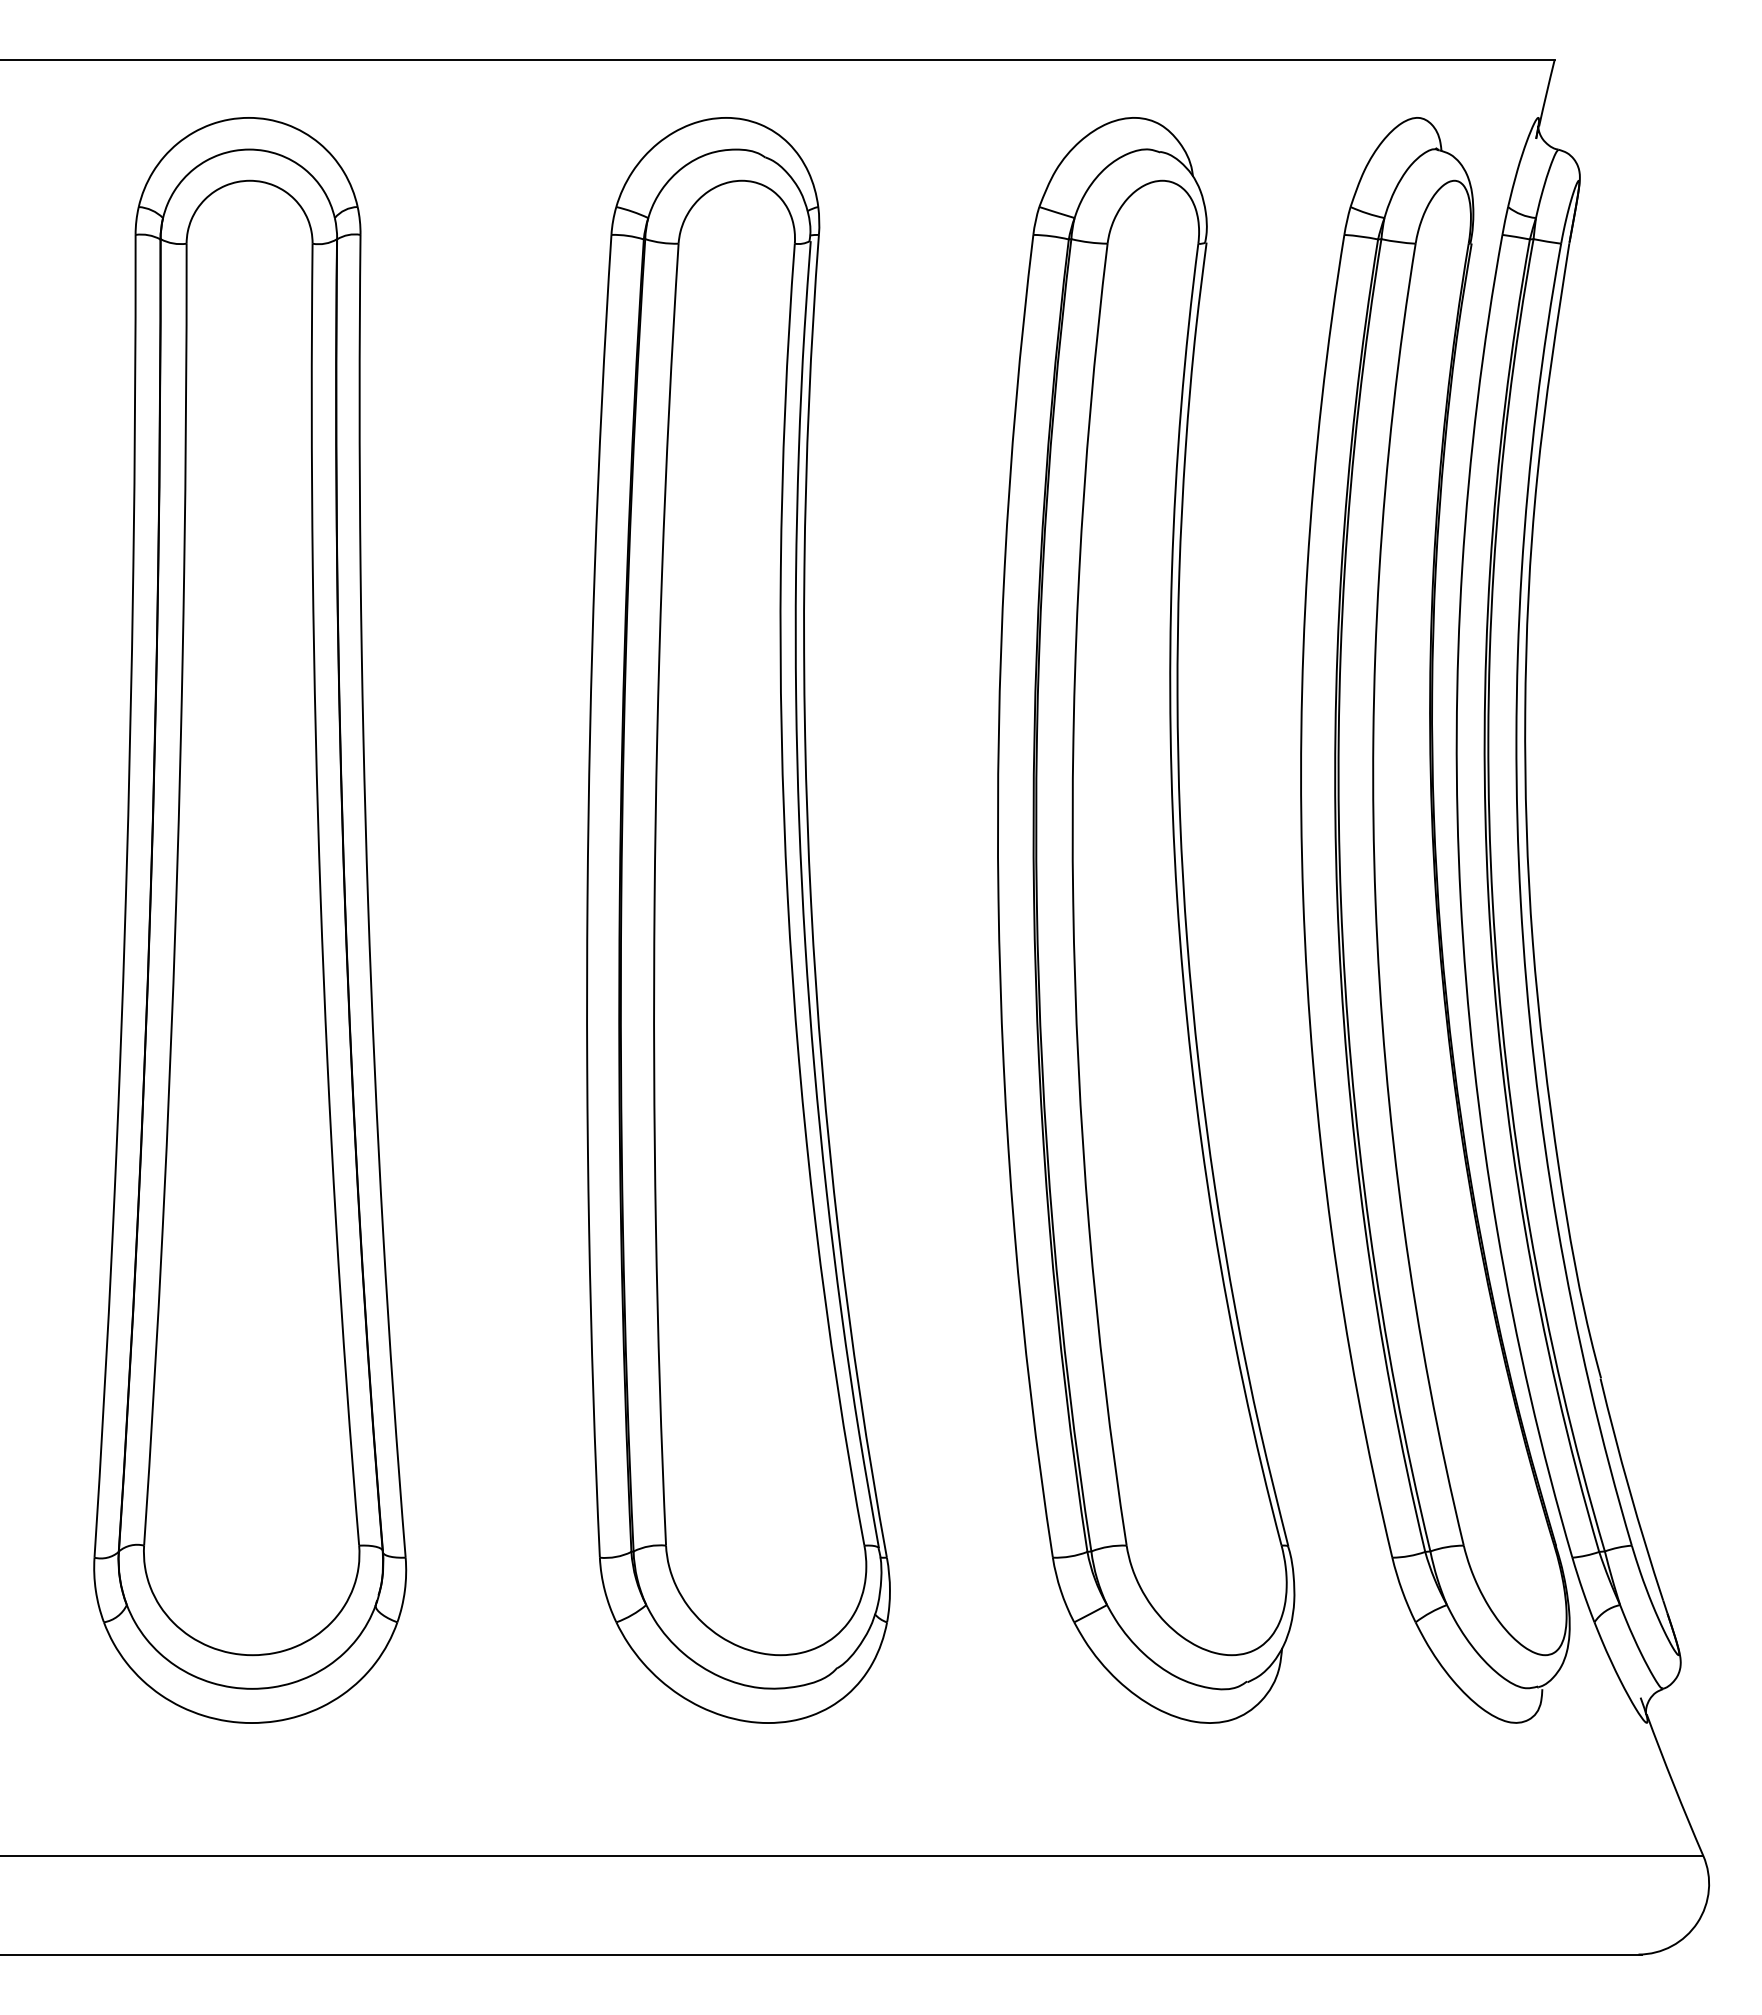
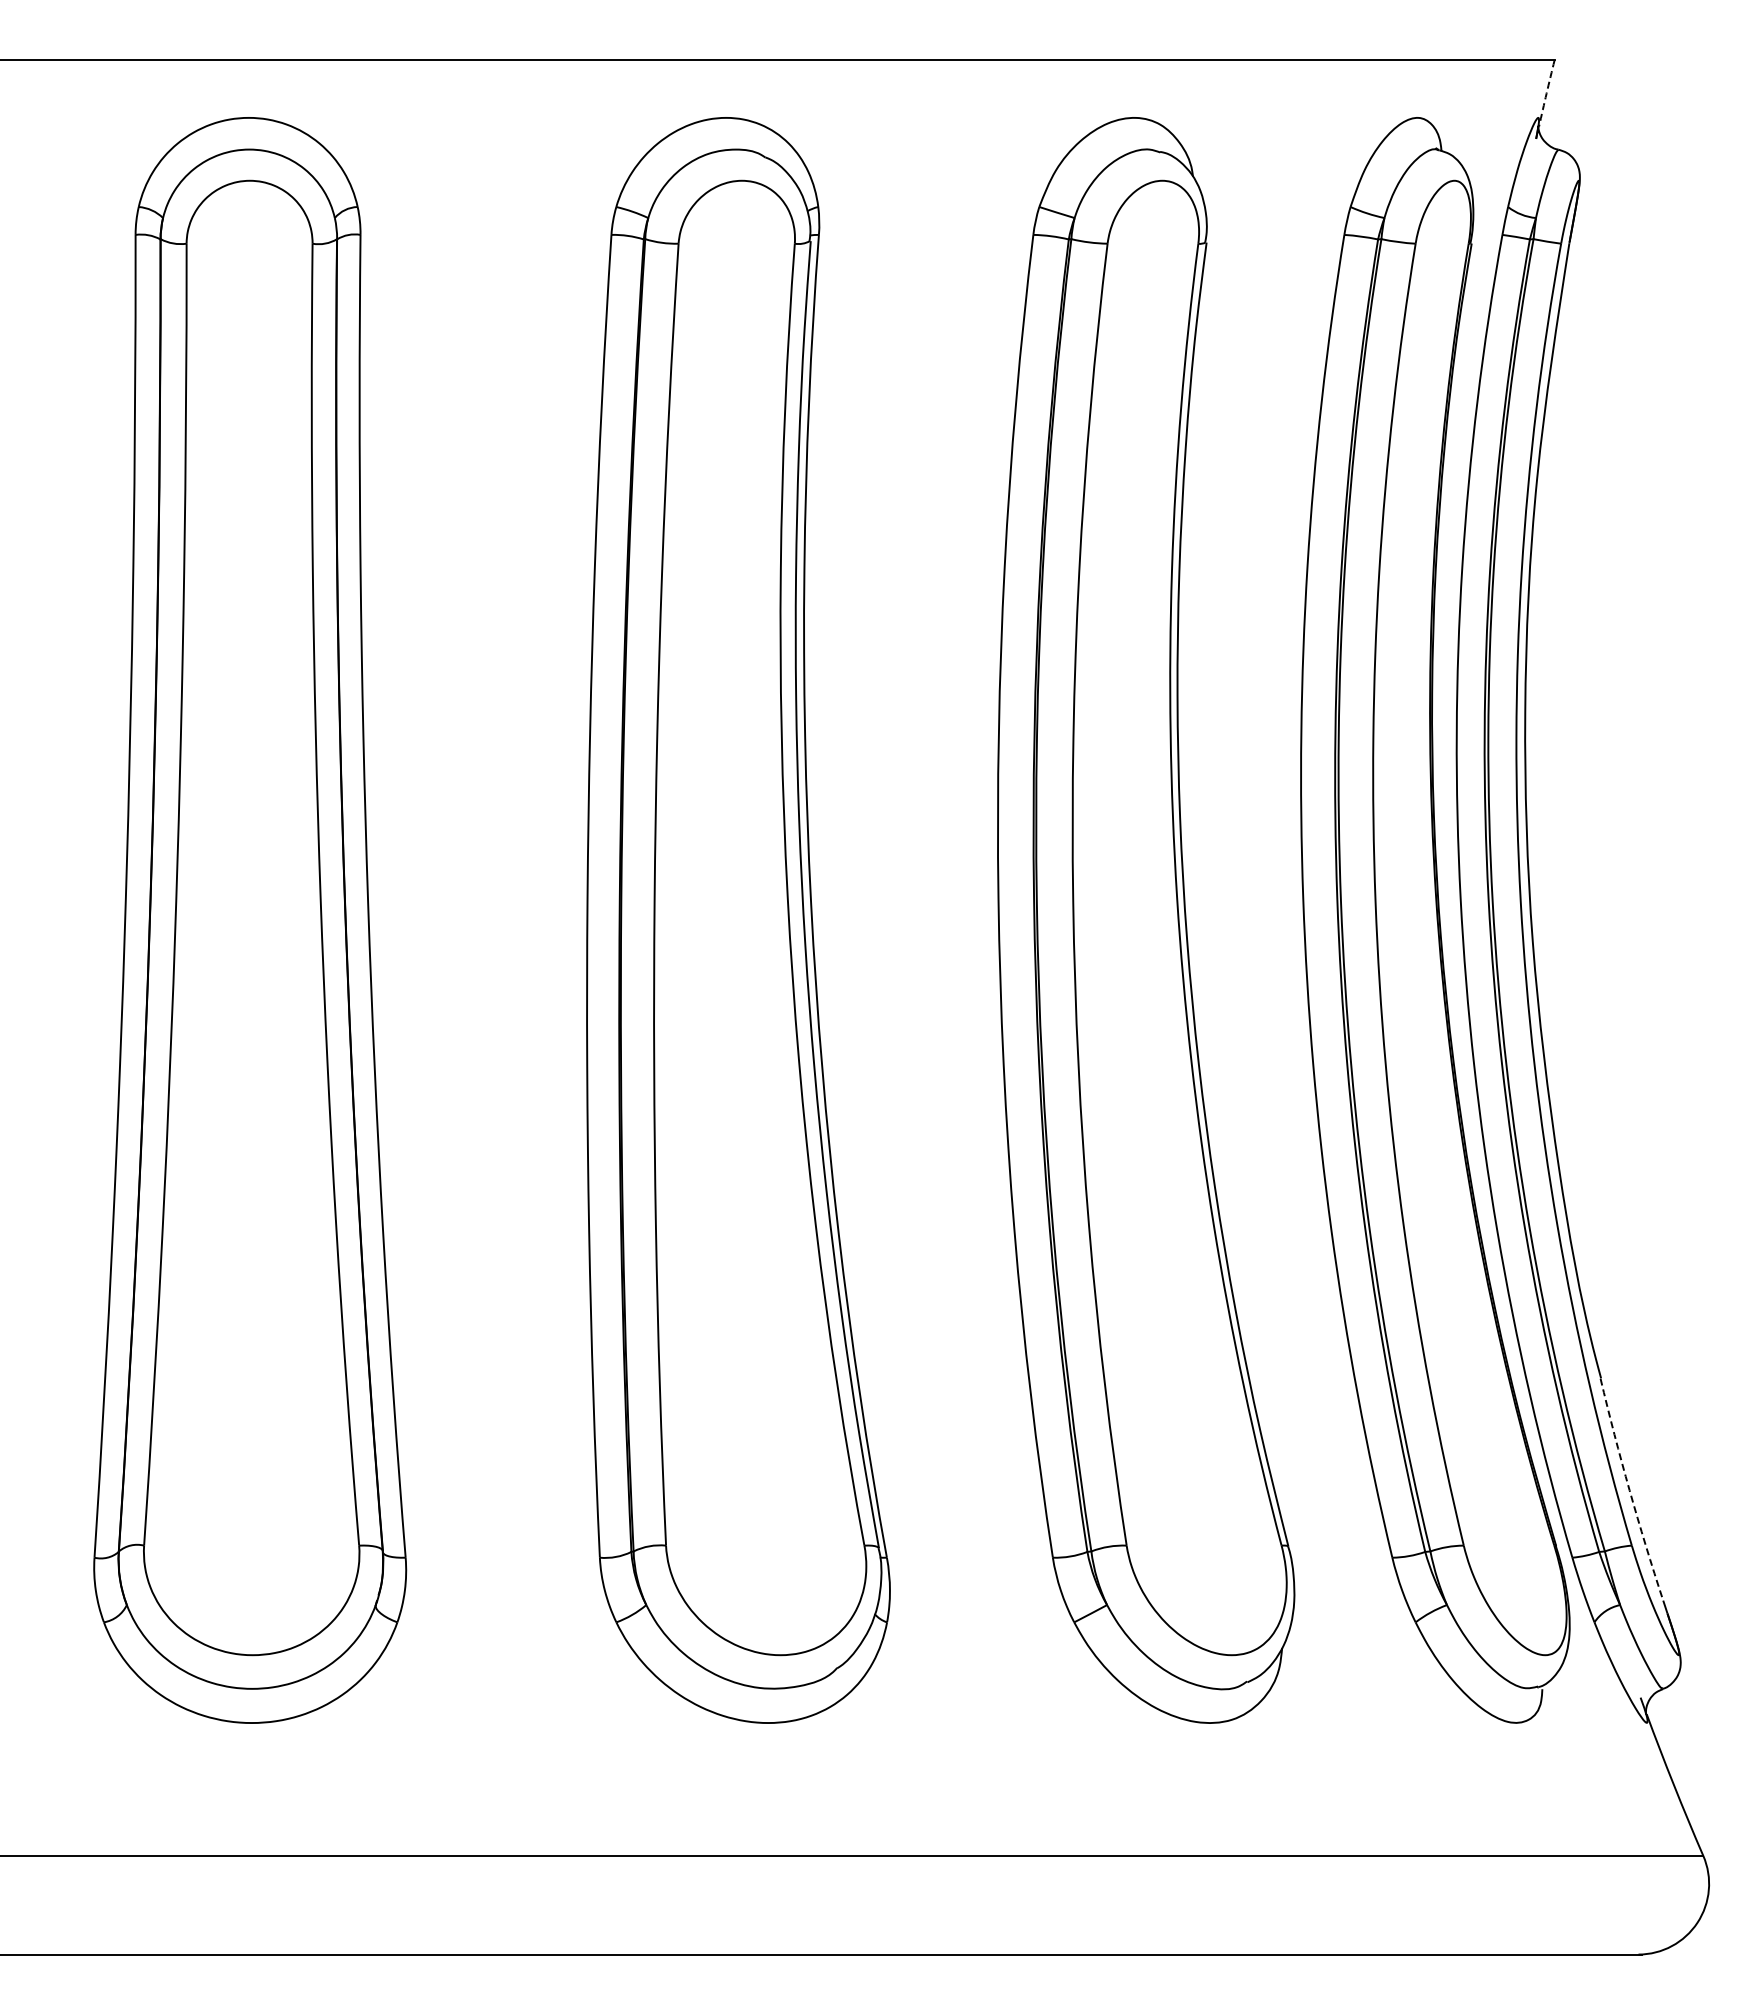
arc at (1546, 93): solid -> dashed
arc at (1629, 1490): solid -> dashed
